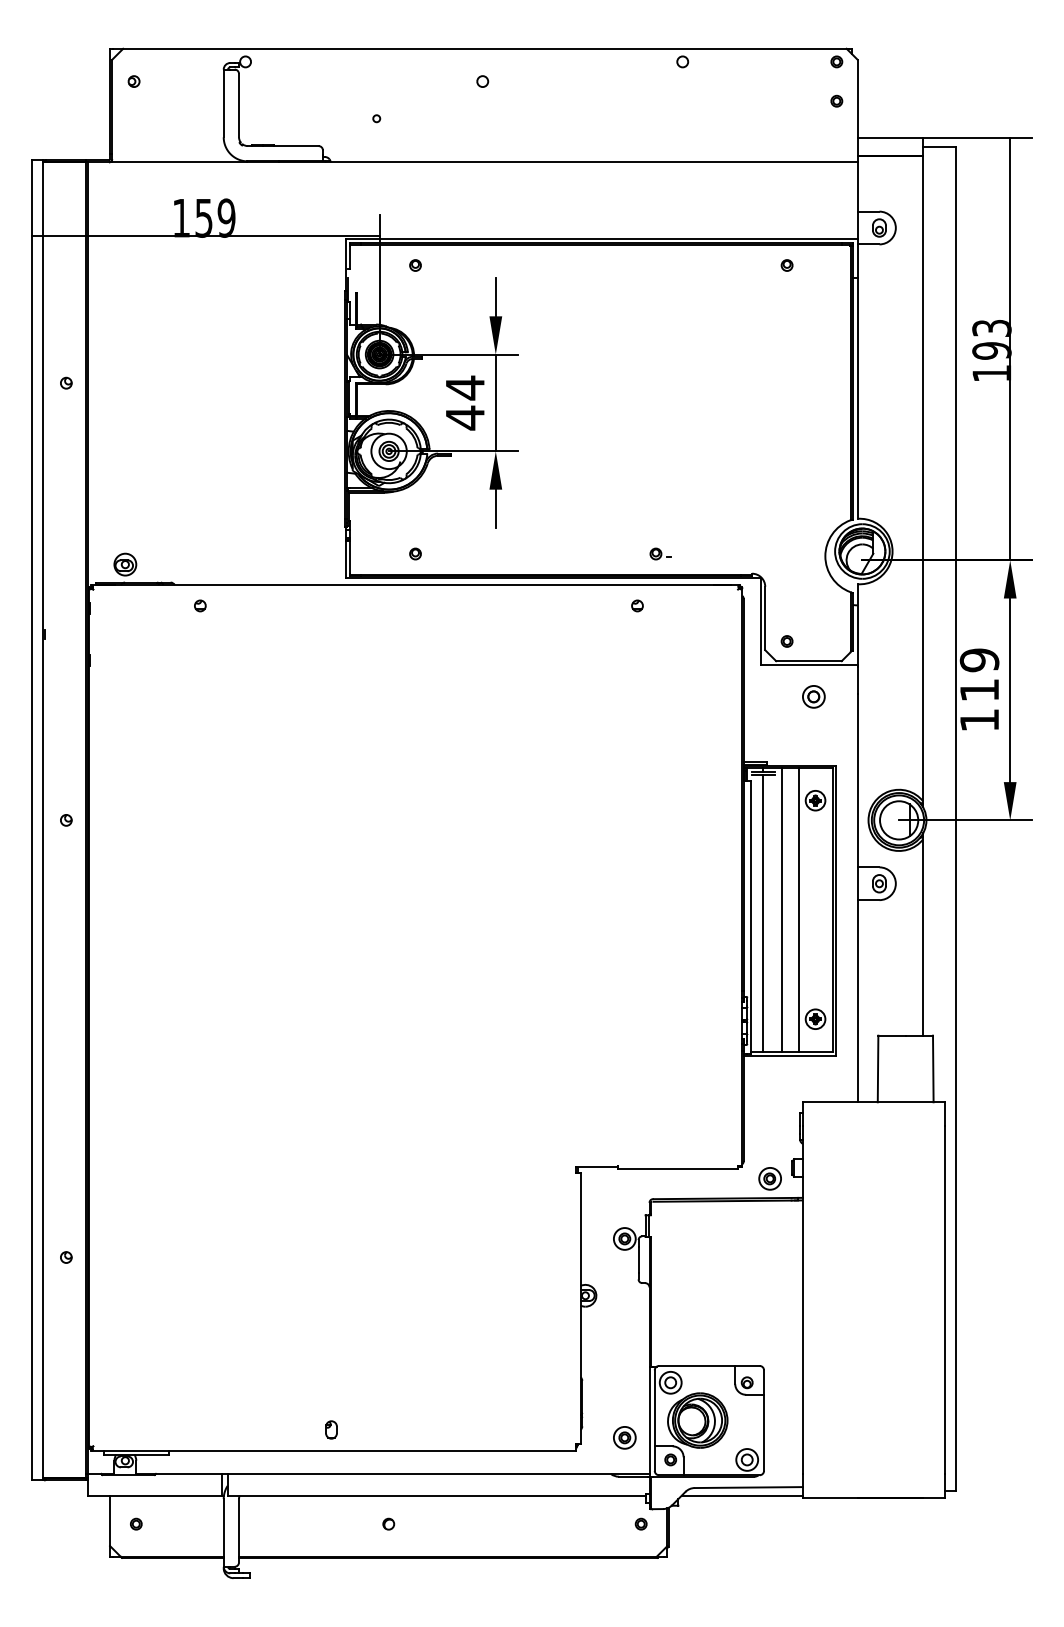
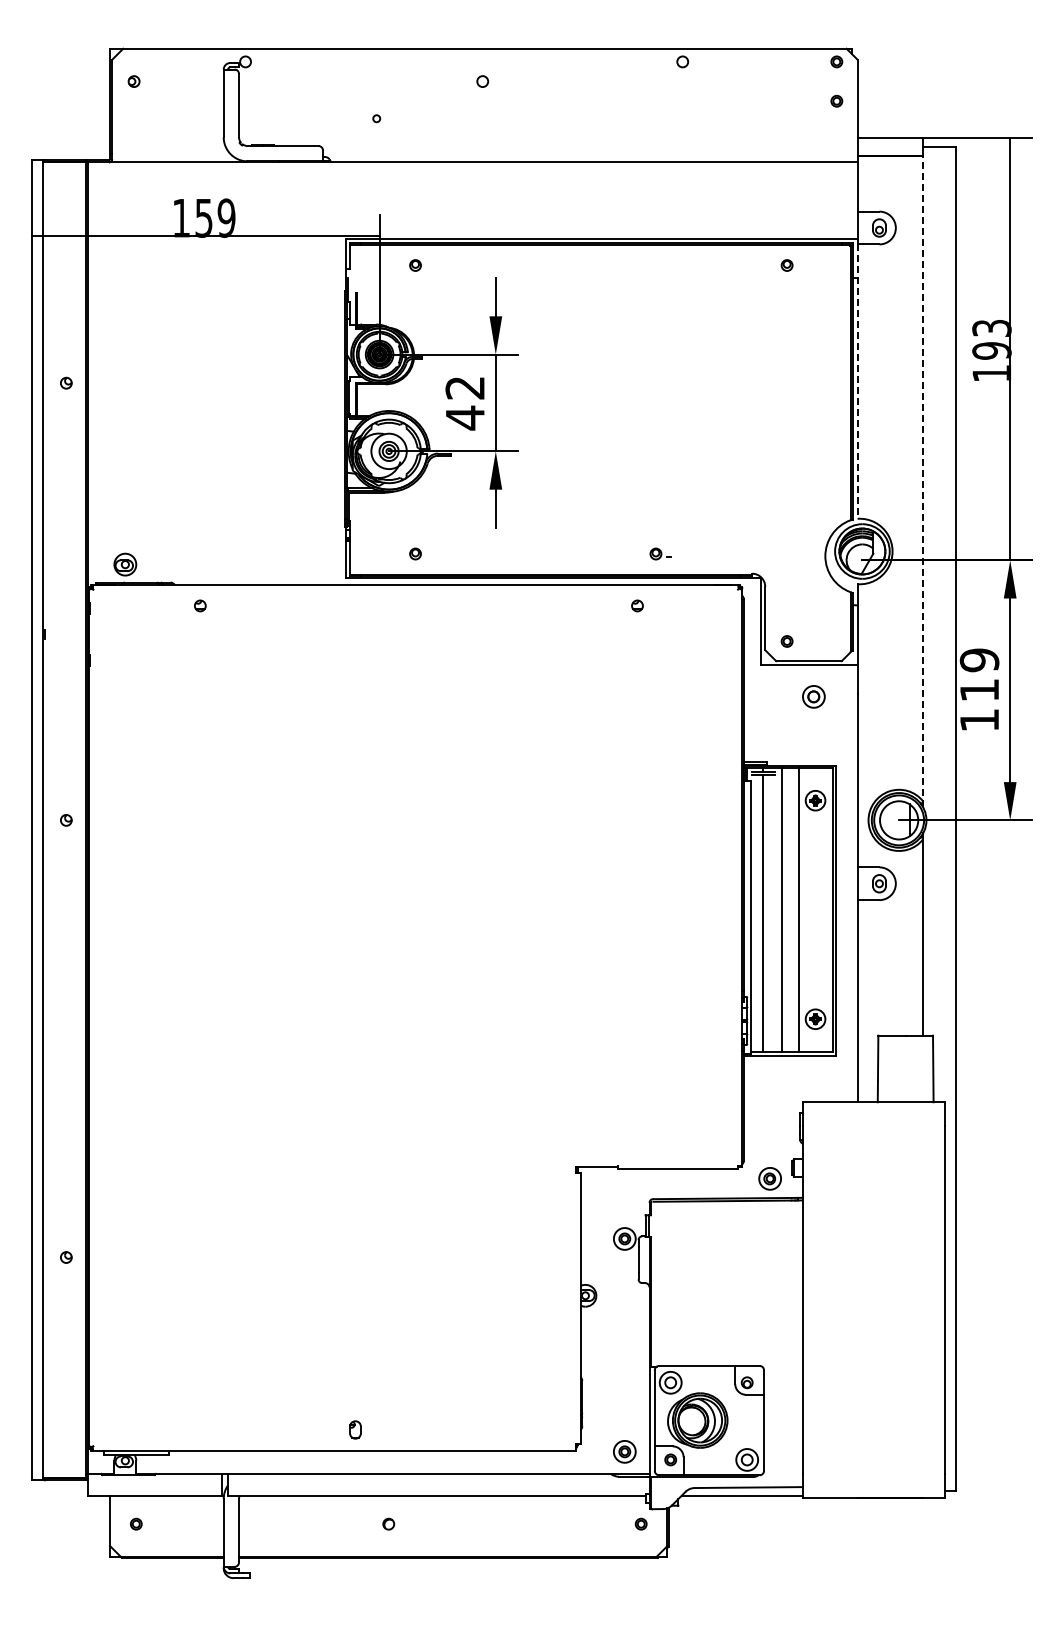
line at (857, 382): solid -> dashed
text at (464, 387): 44 -> 42
line at (923, 481): solid -> dashed
part at (331, 1429) position: (331, 1429) -> (355, 1429)
part at (624, 1437) position: (624, 1437) -> (624, 1451)
